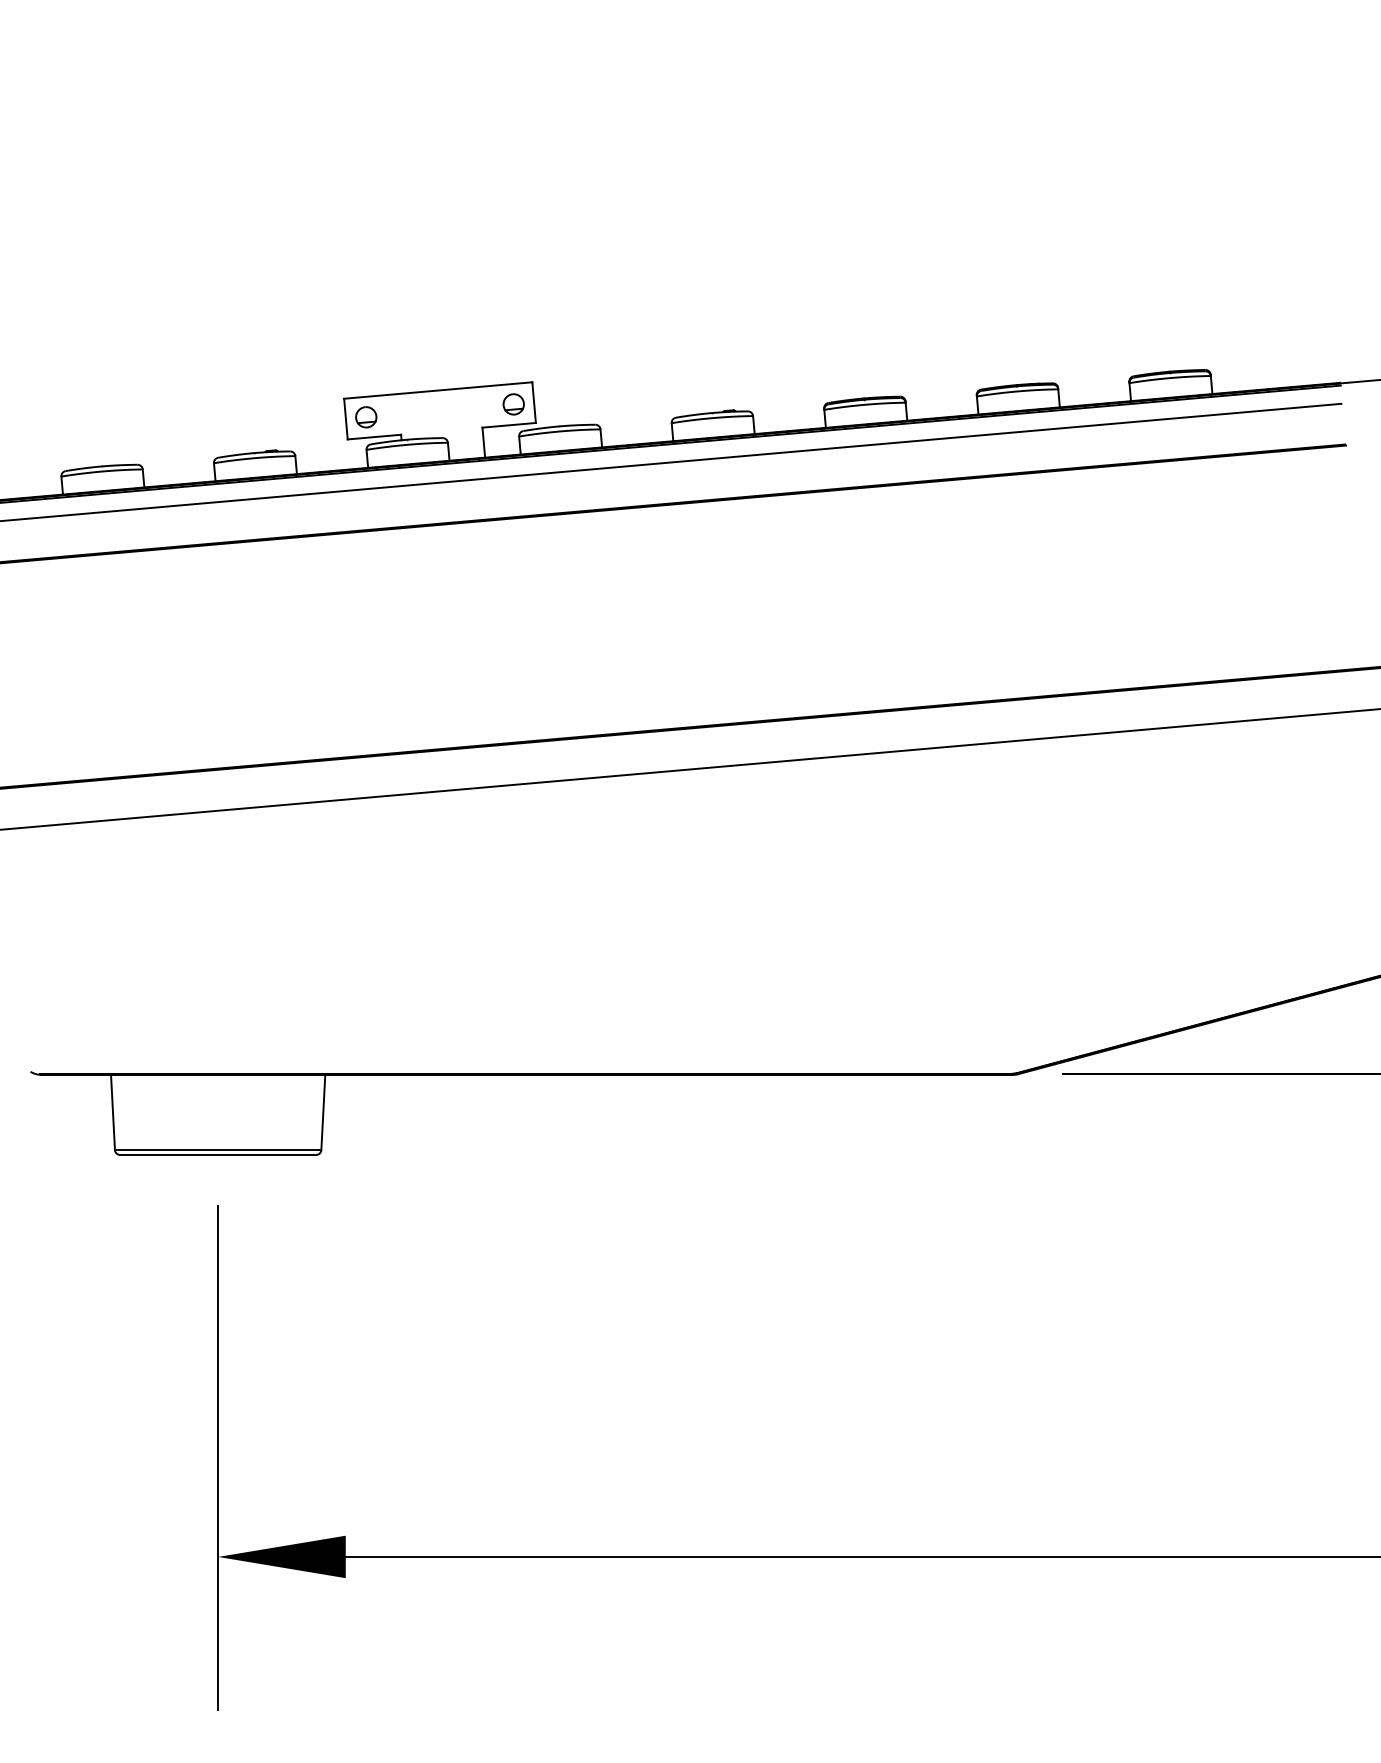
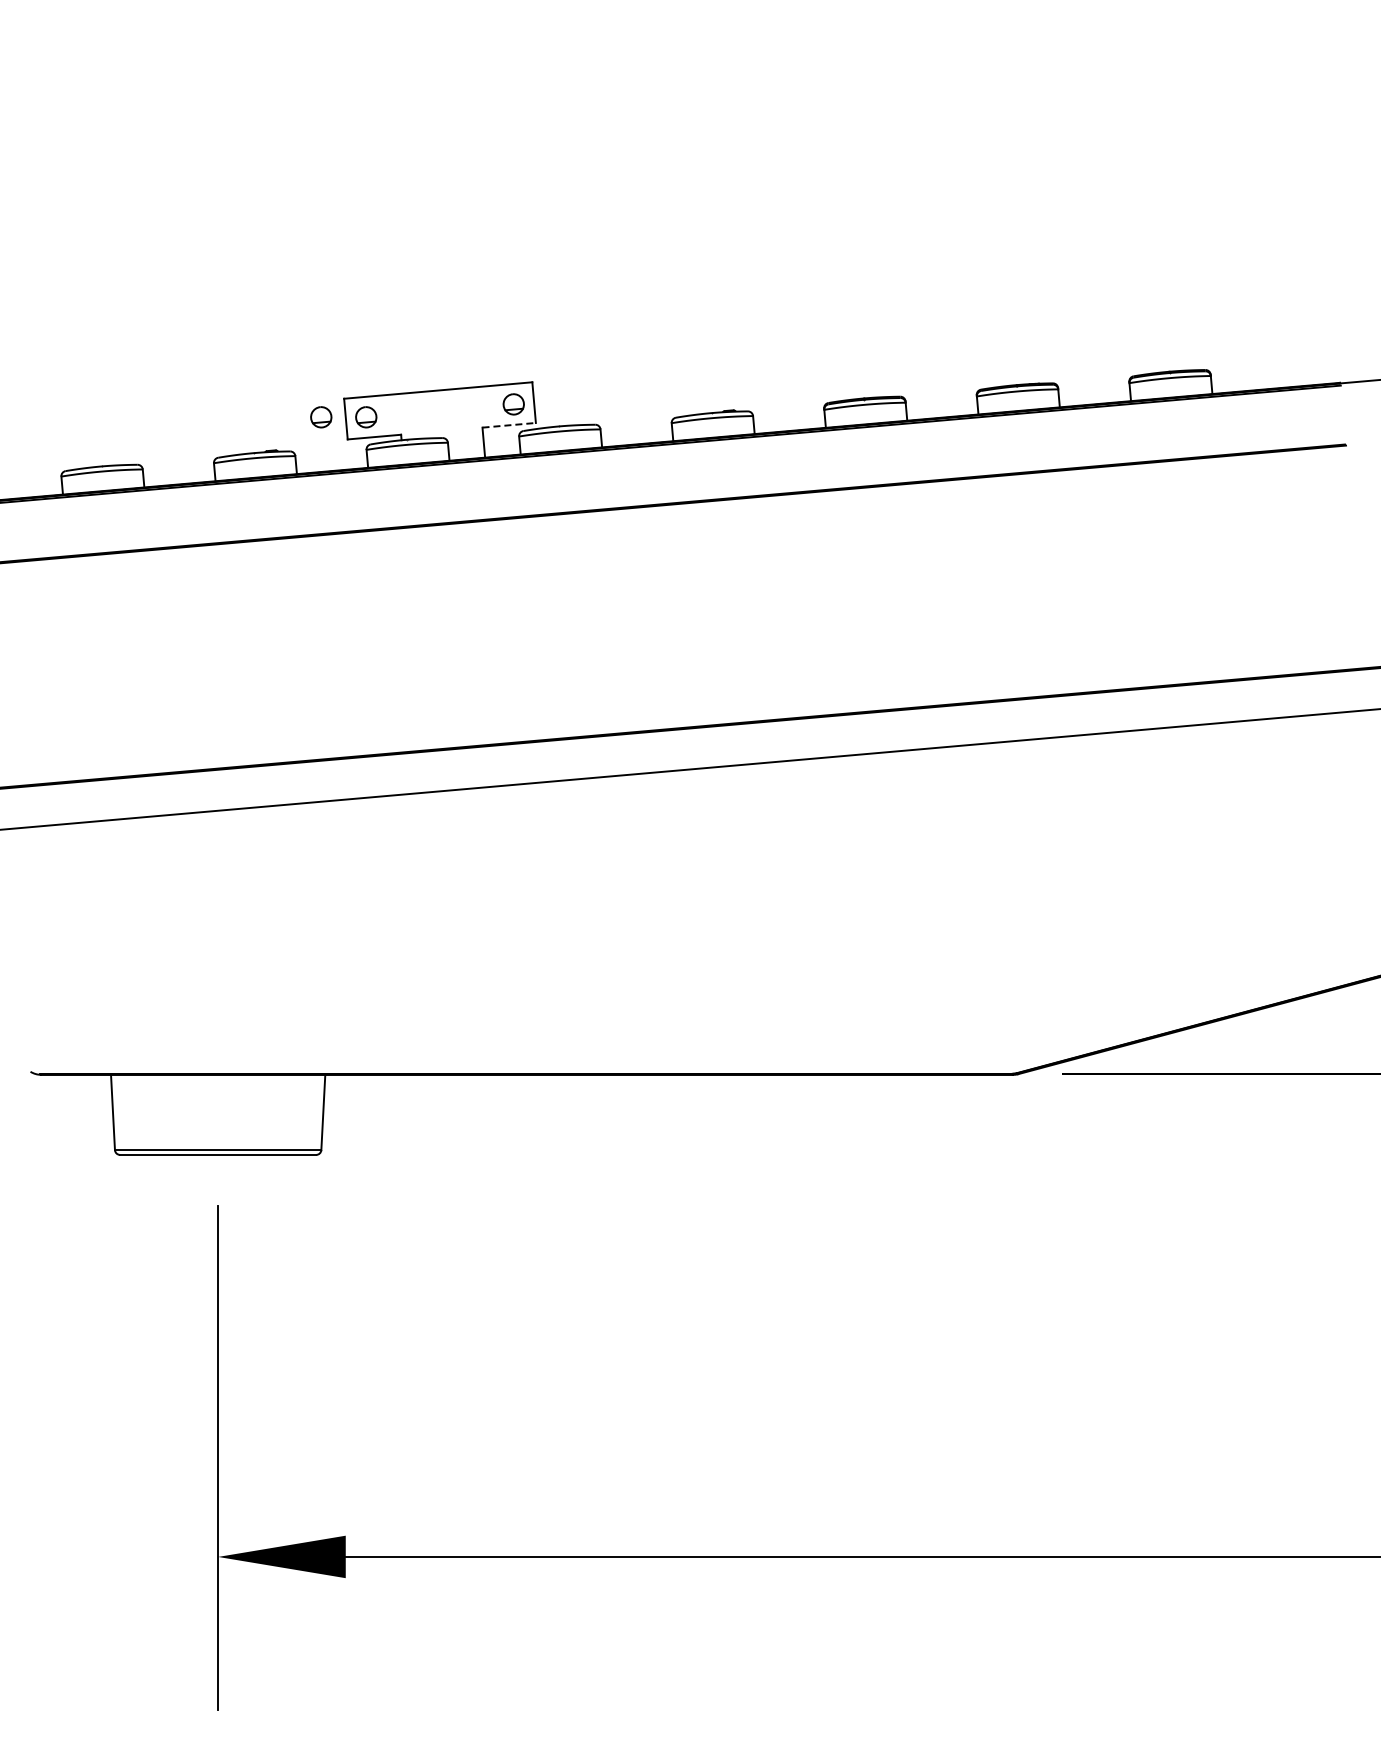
part at (321, 417): none -> present
line at (509, 425): solid -> dashed
line at (671, 461): present -> none
